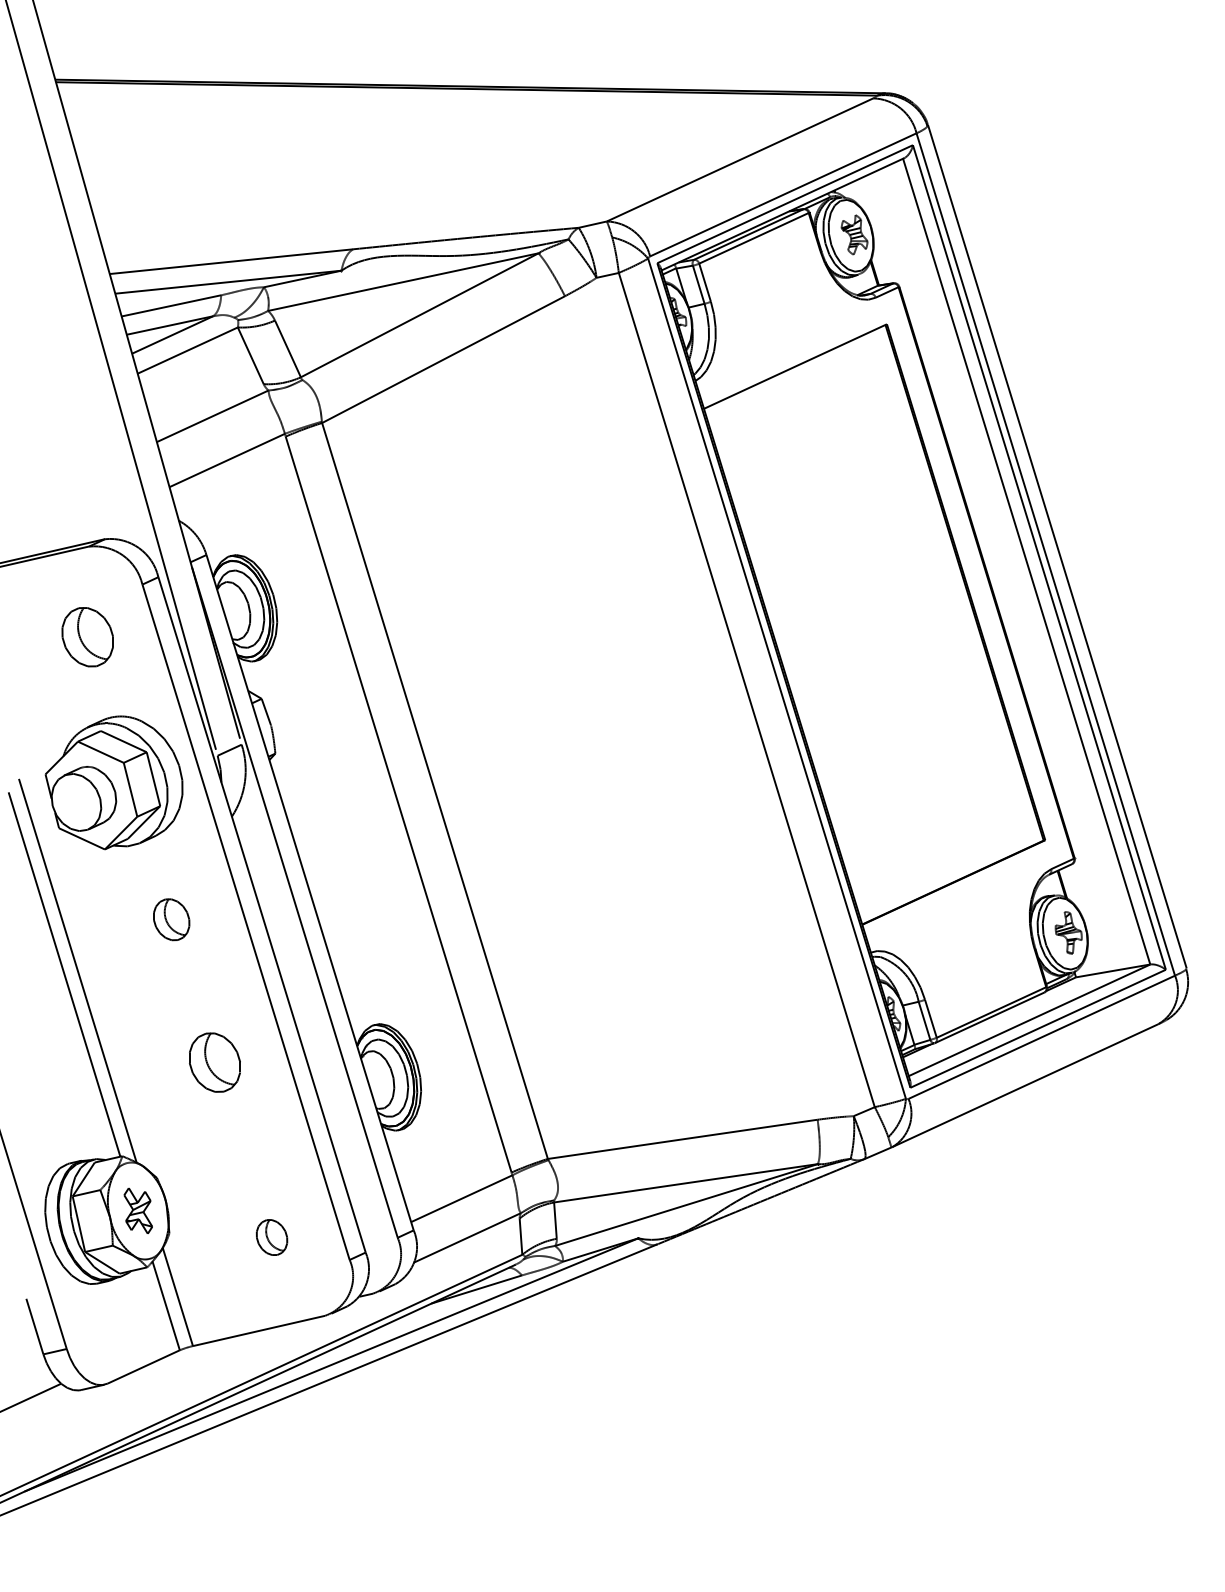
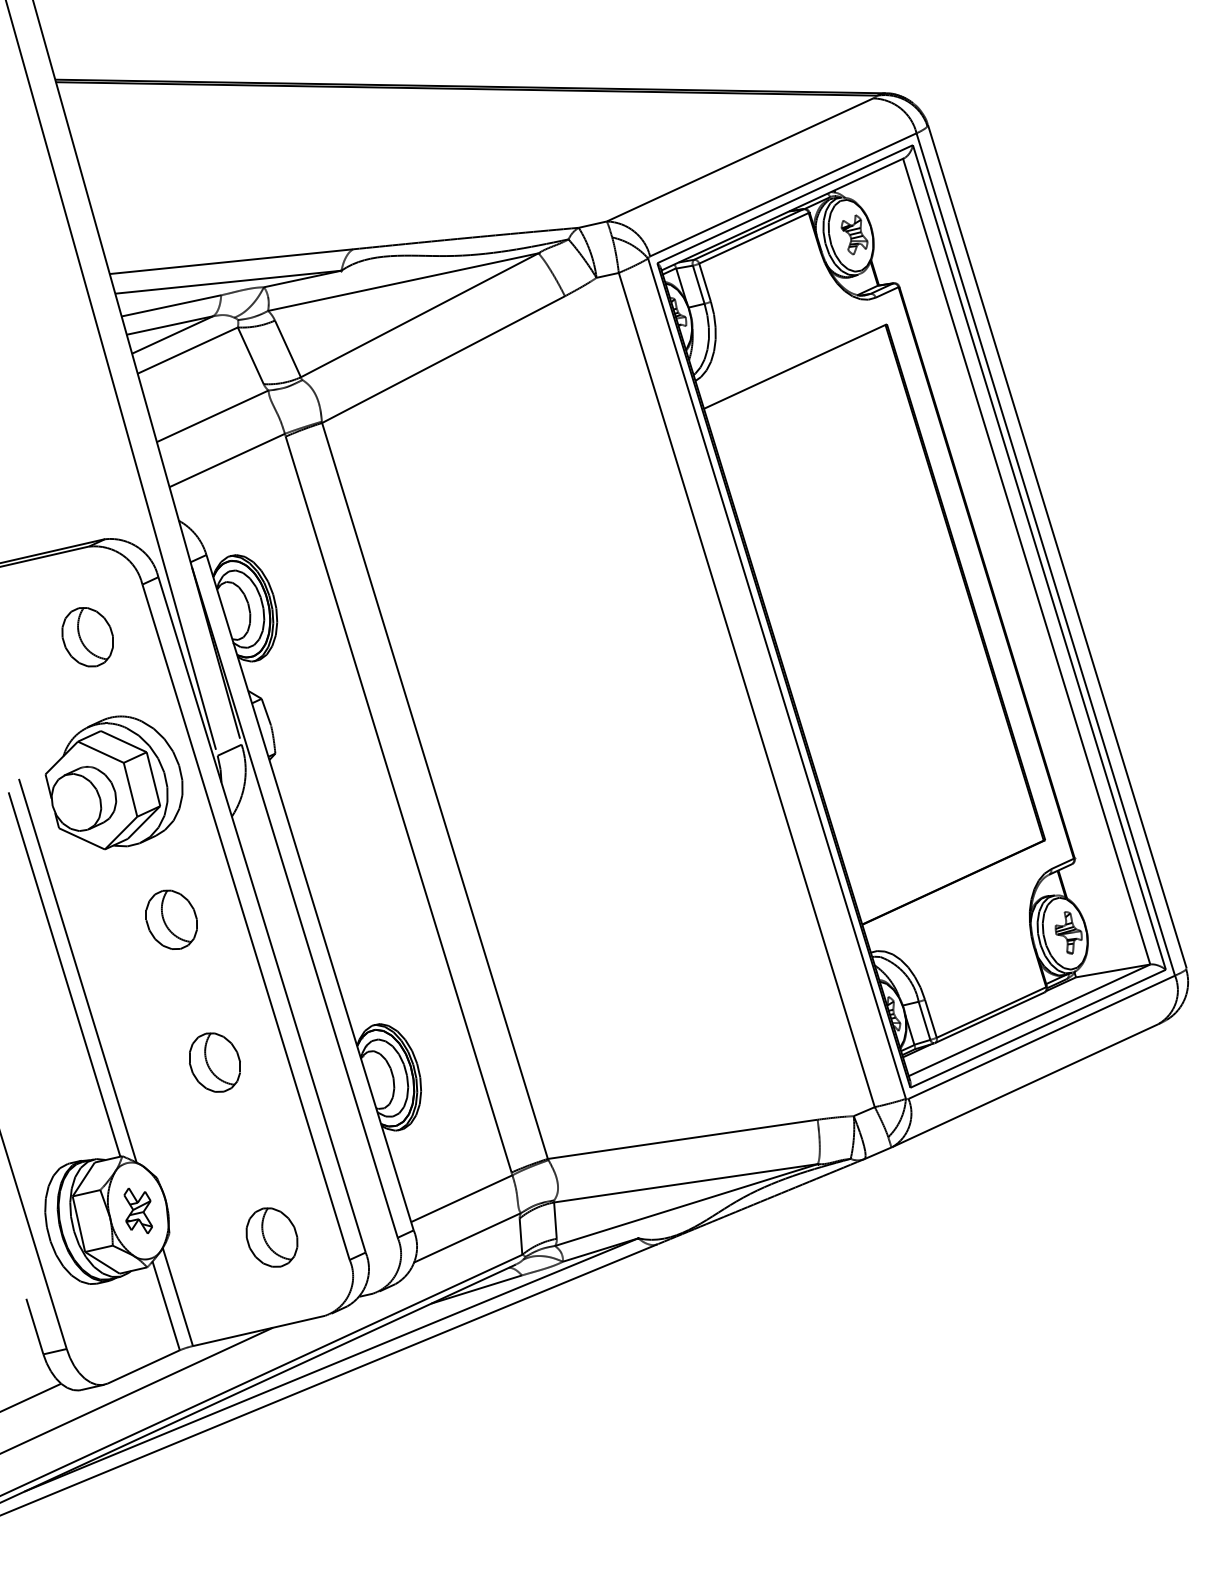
part at (171, 919) size: 38x44 px -> 53x61 px
part at (271, 1237) size: 34x37 px -> 54x61 px
line at (137, 1389): none -> present
